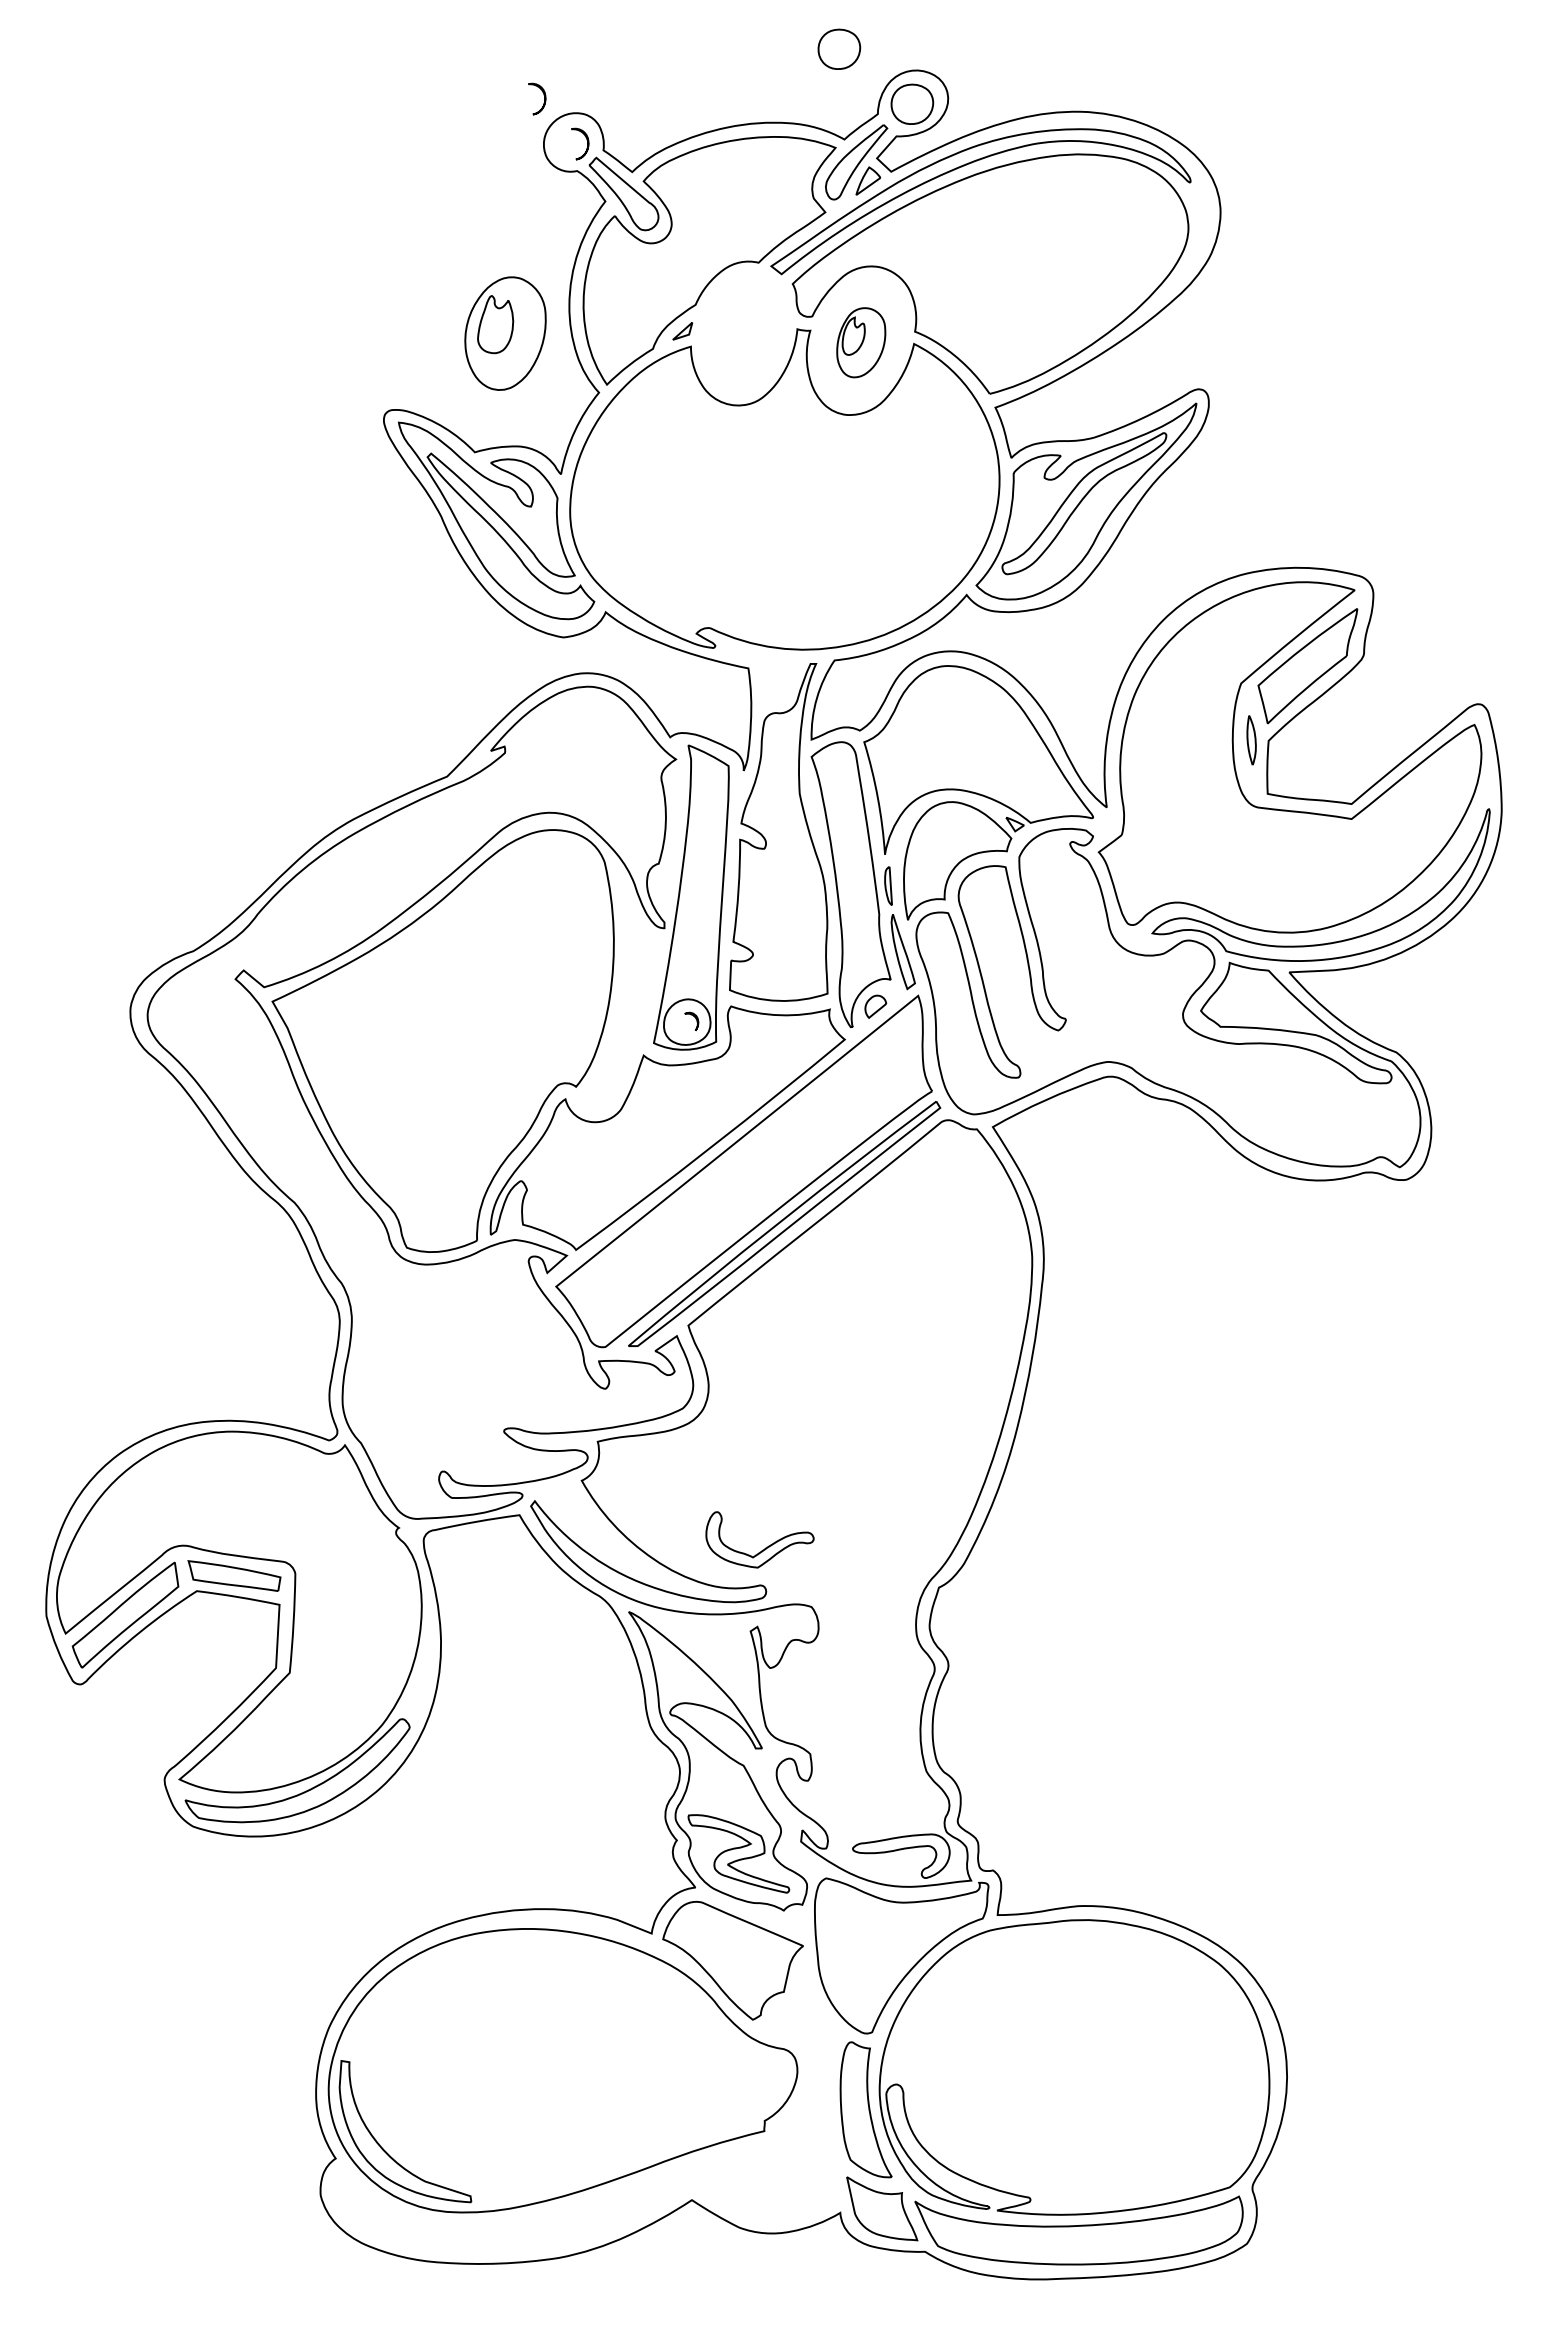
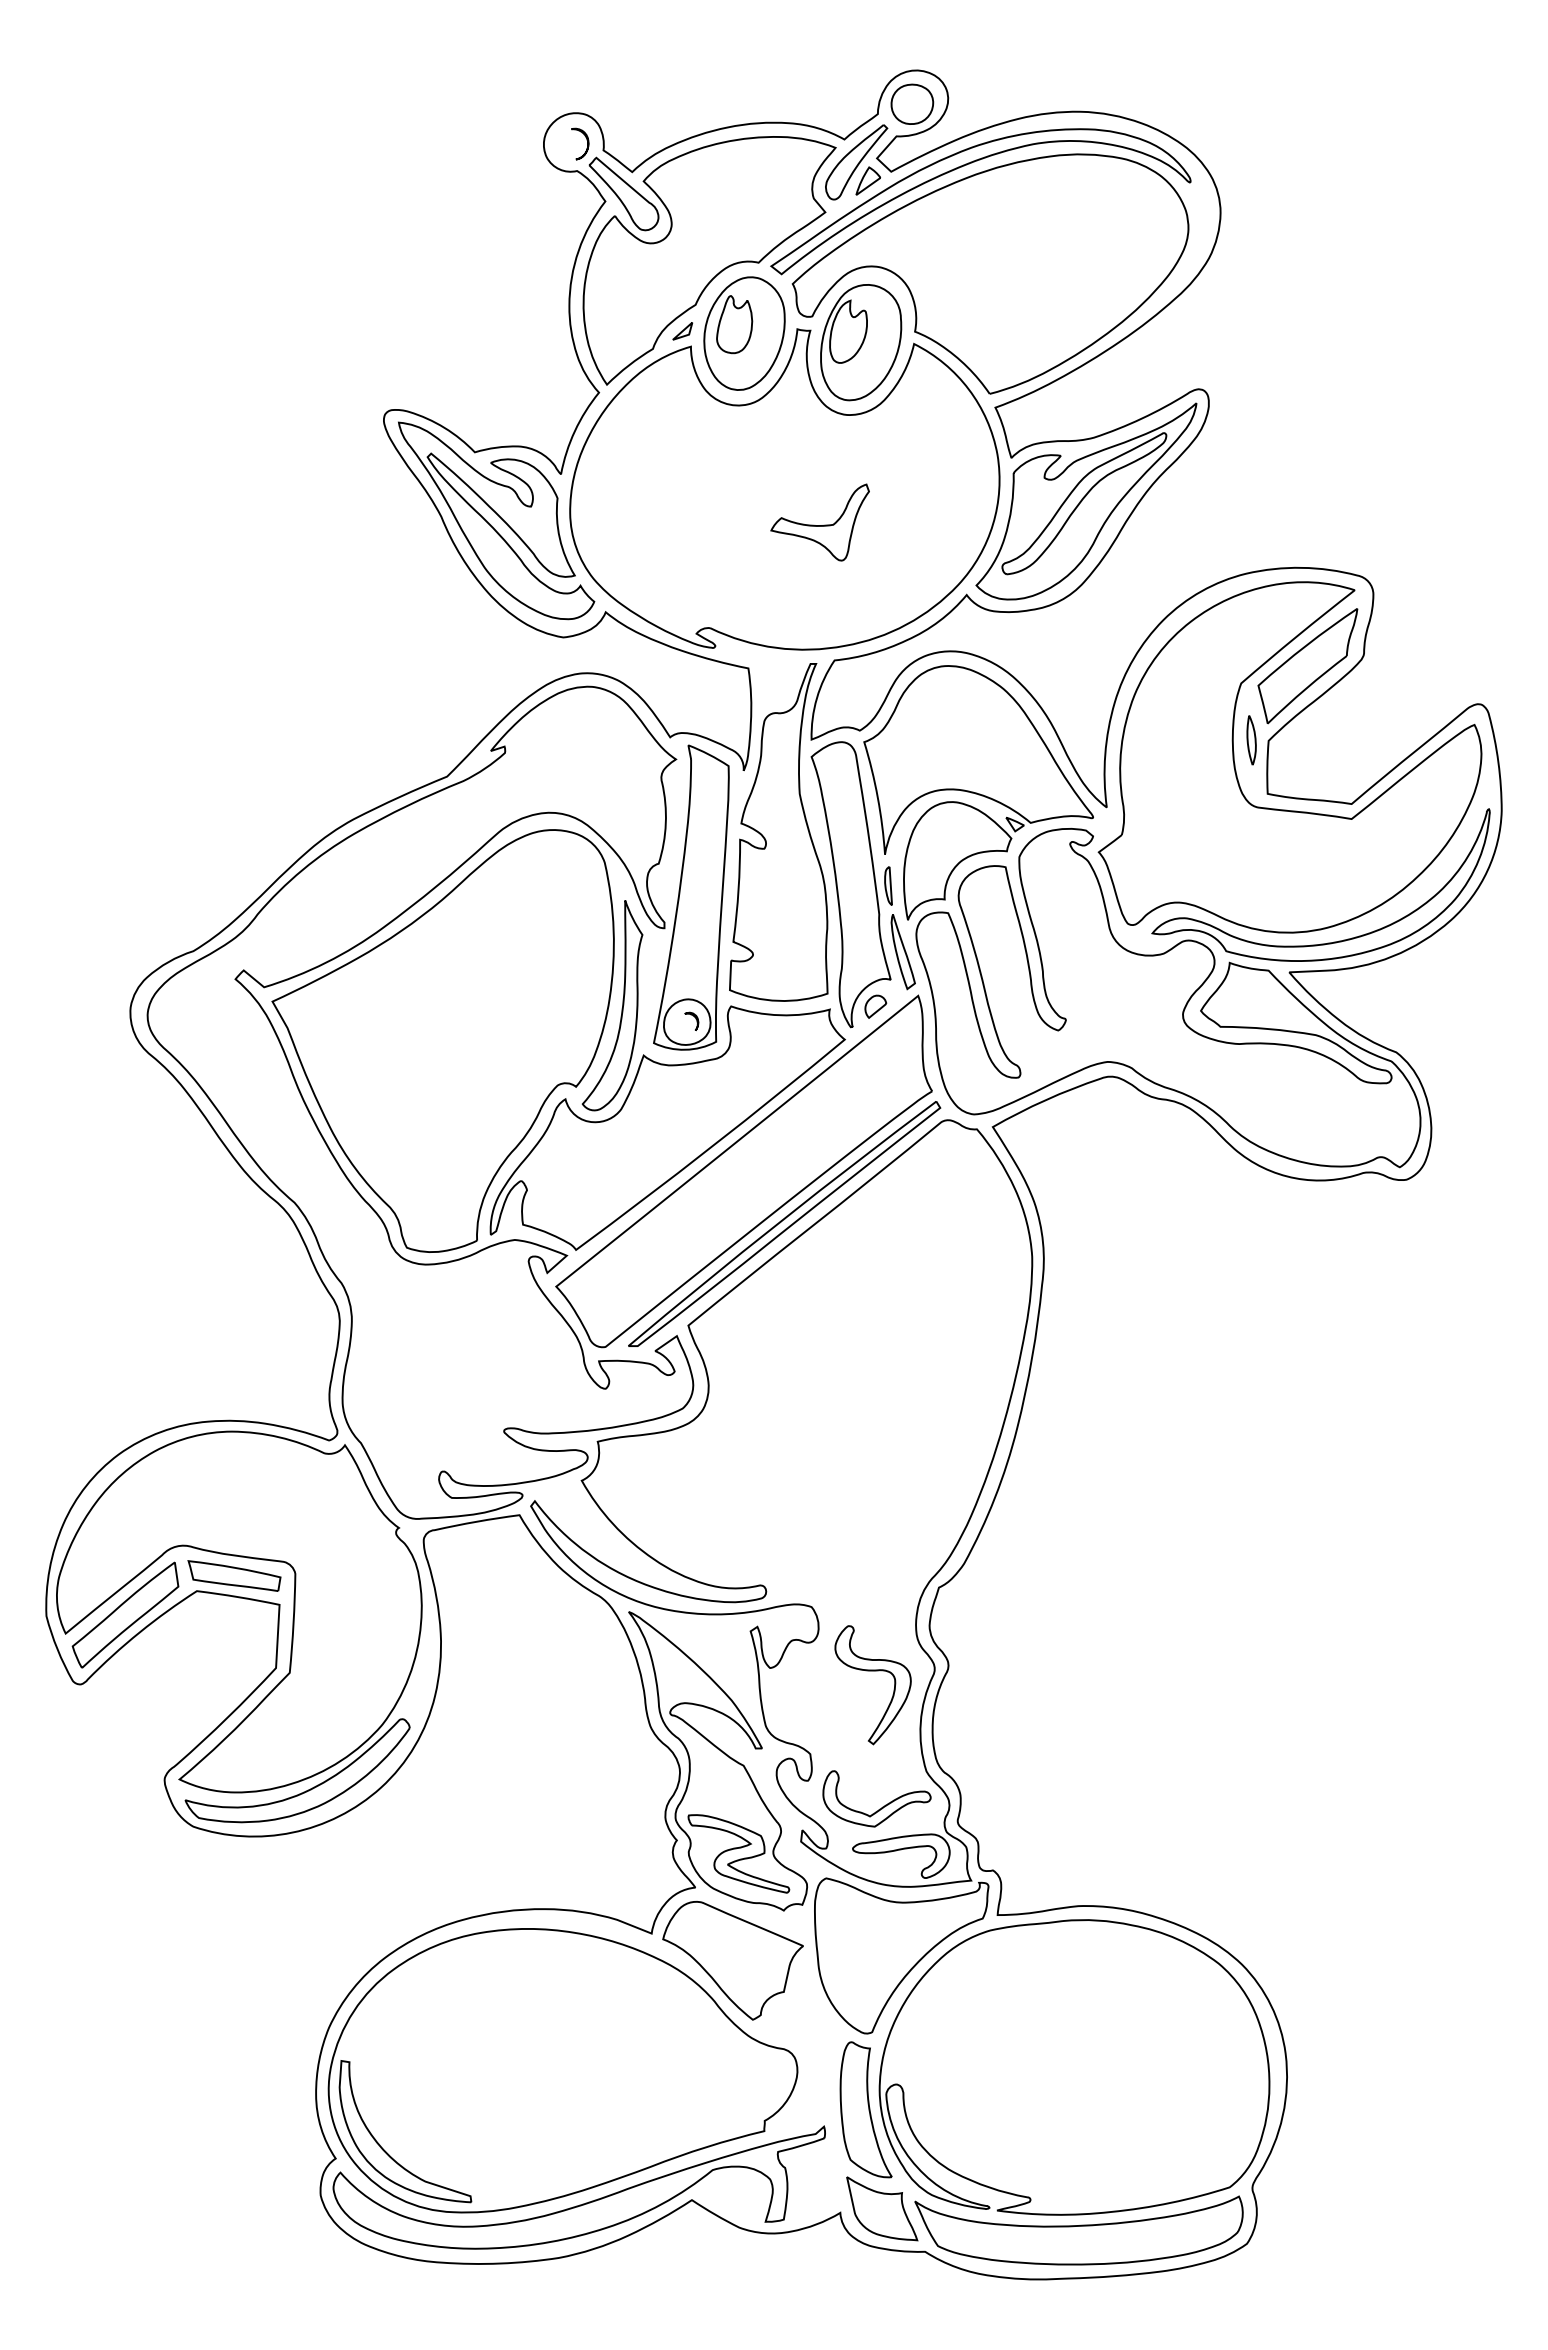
part at (839, 48): present -> none
part at (543, 95): present -> none
part at (505, 333) position: (505, 333) -> (744, 333)
part at (861, 342) size: 51x72 px -> 83x118 px
part at (819, 522): none -> present
part at (621, 1008): none -> present
part at (765, 1547) position: (765, 1547) -> (882, 1806)
part at (872, 1671): none -> present
part at (582, 2203): none -> present
